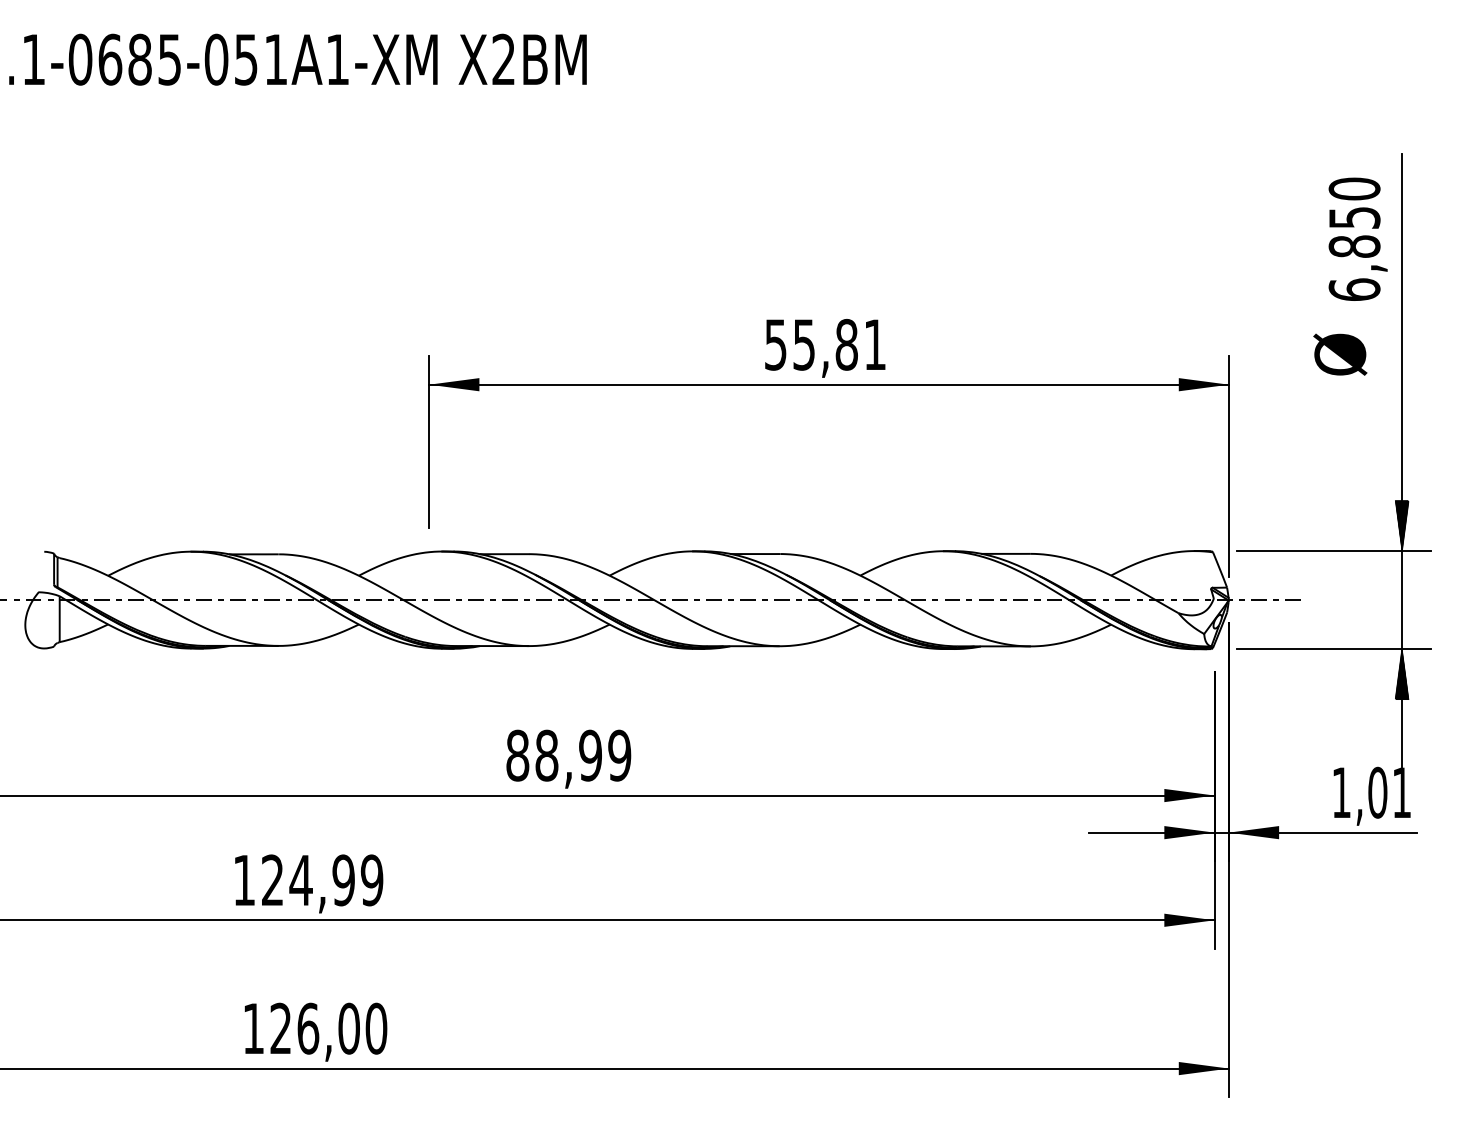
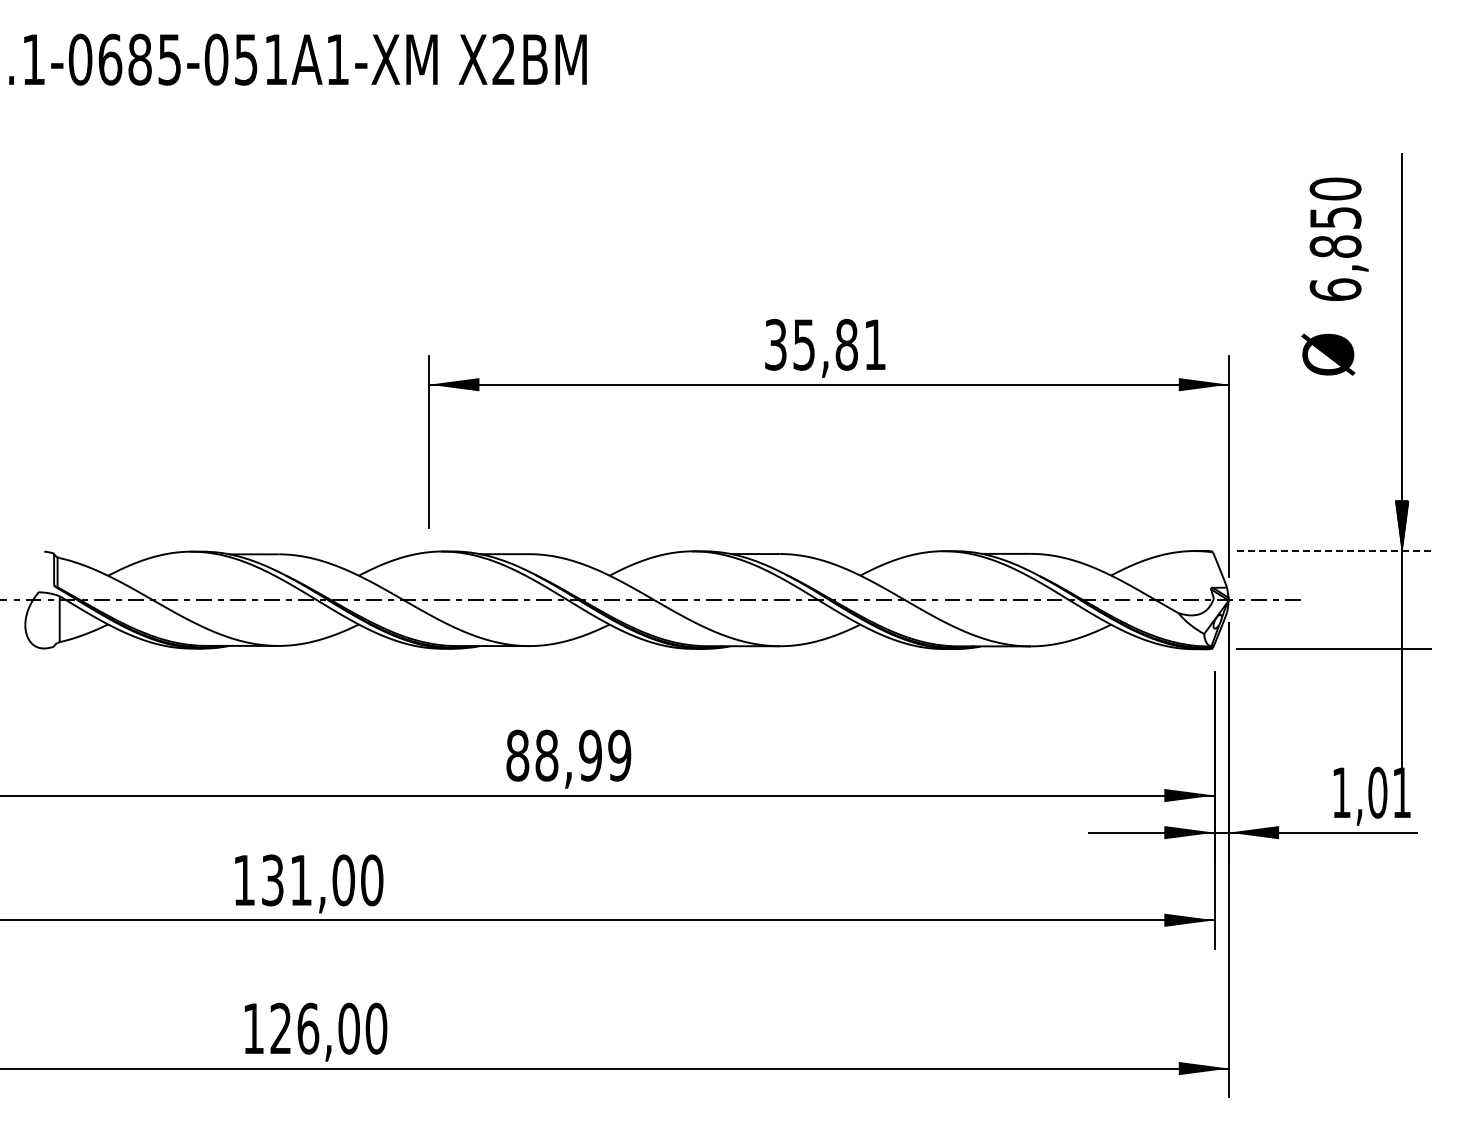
text at (1357, 238) position: (1357, 238) -> (1338, 238)
text at (775, 344): 55,81 -> 35,81
text at (1340, 354) position: (1340, 354) -> (1328, 354)
line at (1333, 551): solid -> dashed
hatch at (1401, 674): present -> none
text at (322, 880): 124,99 -> 131,00
